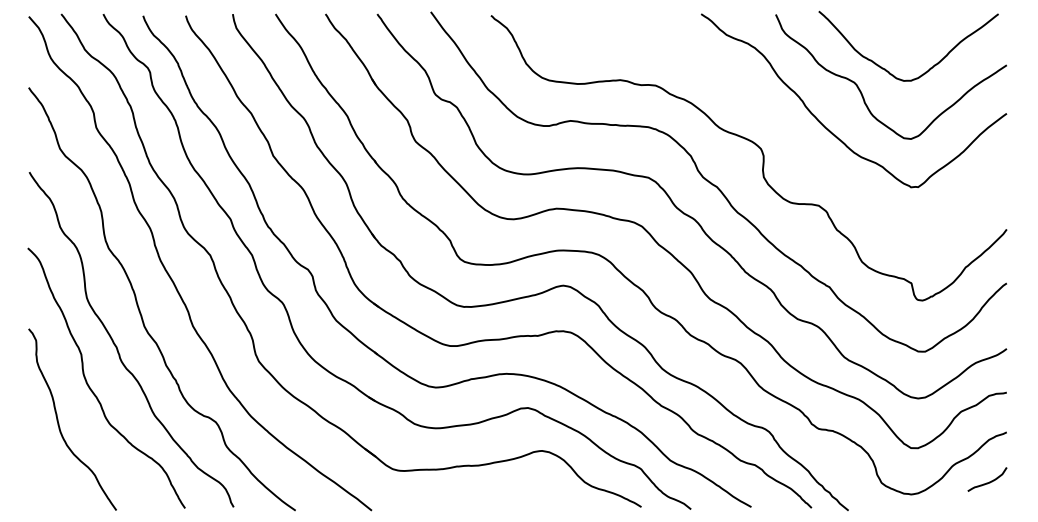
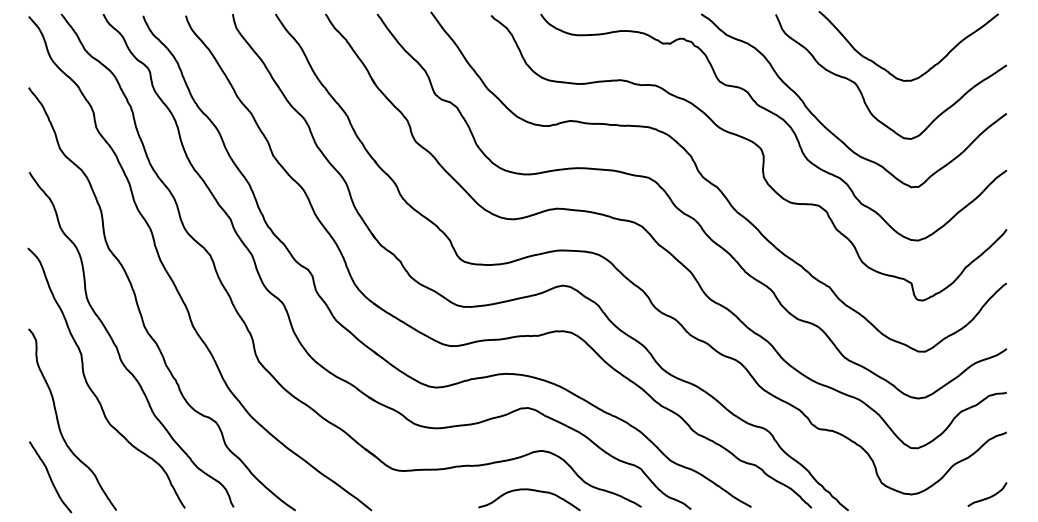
curve at (779, 118): none -> present
curve at (50, 477): none -> present
curve at (989, 481) position: (989, 481) -> (989, 496)
curve at (533, 491): none -> present
